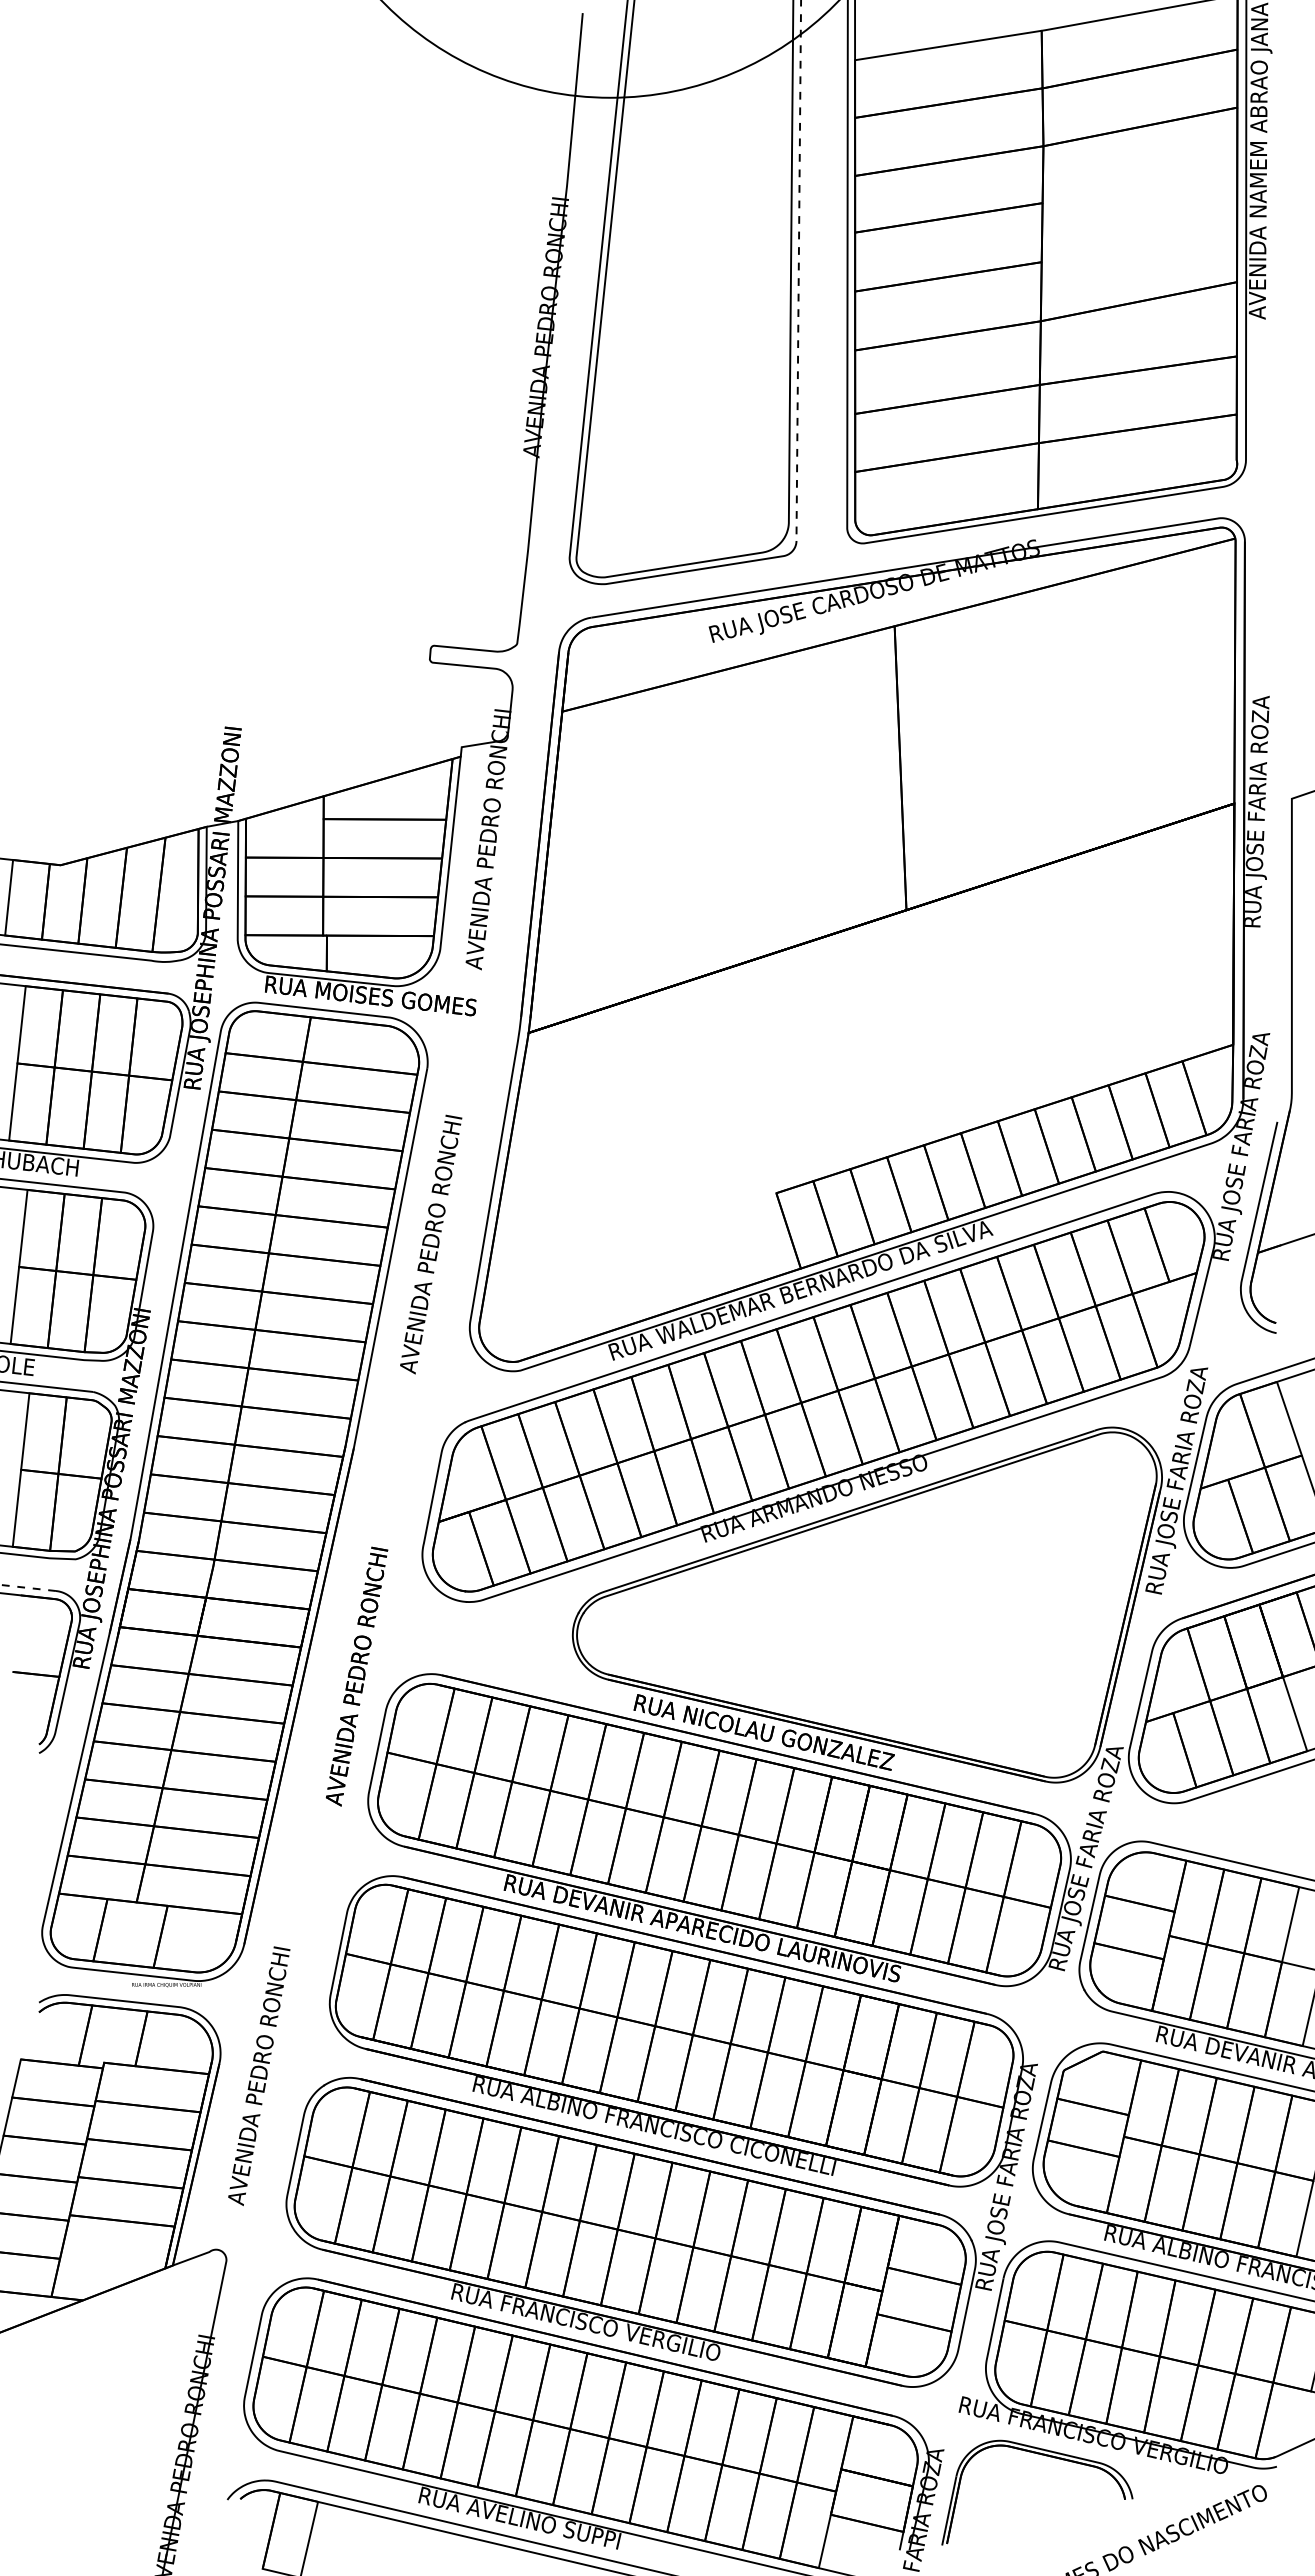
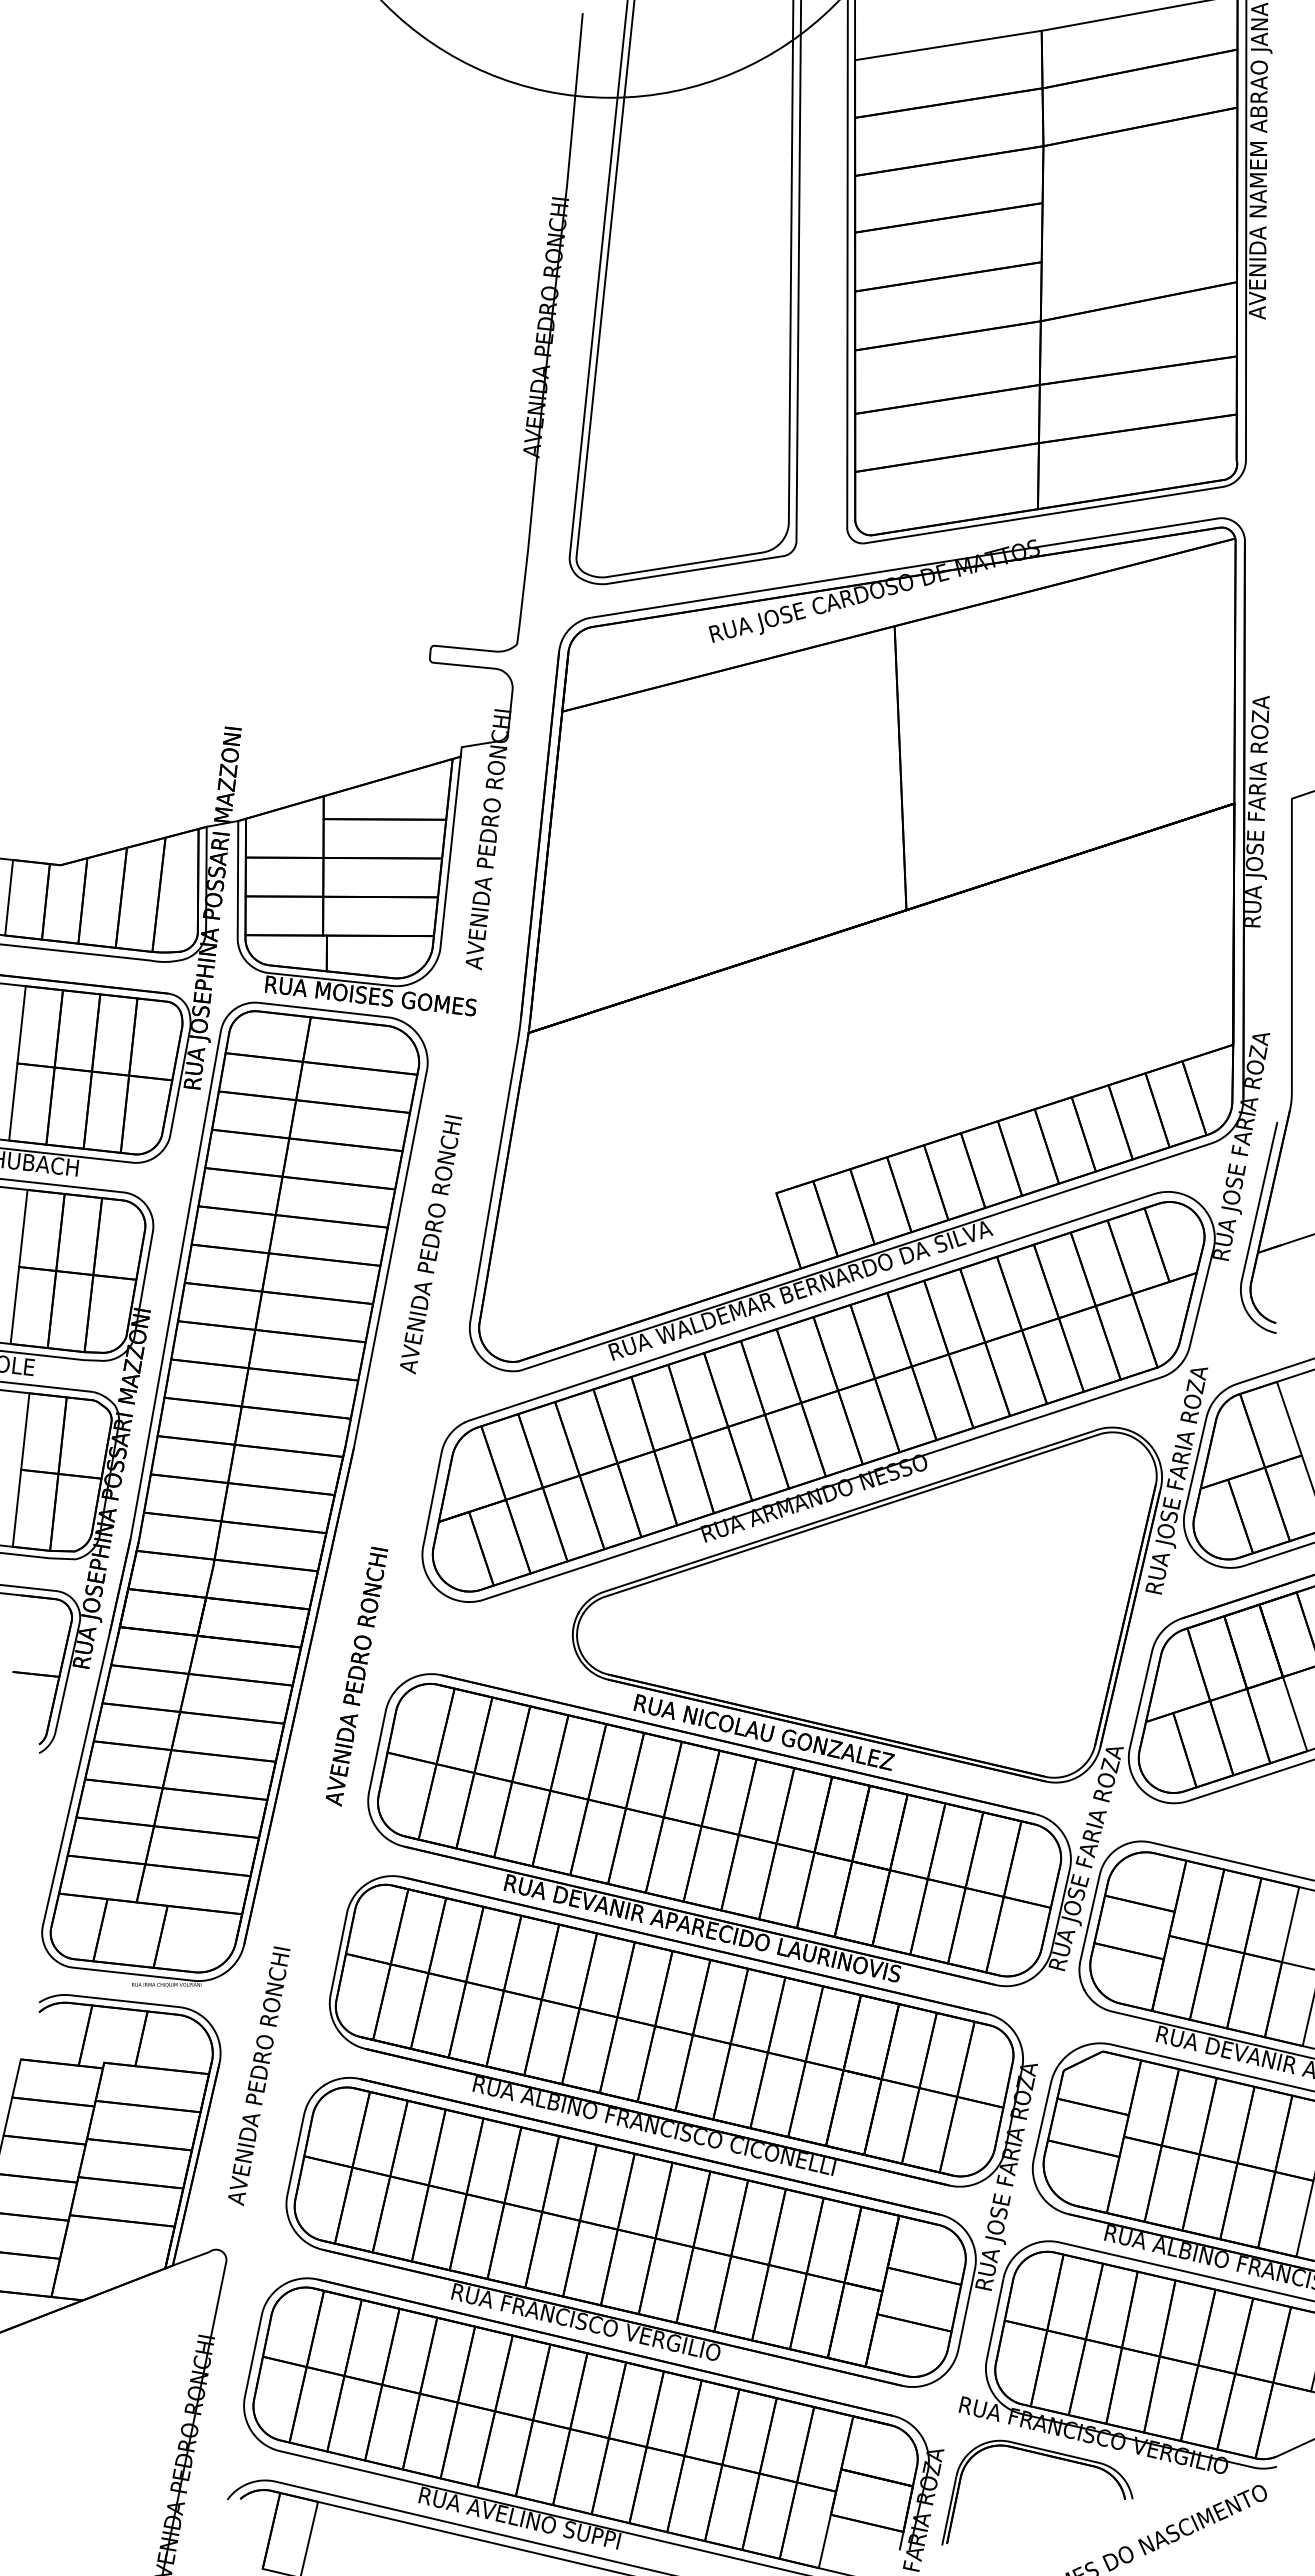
line at (798, 270): dashed -> solid
line at (28, 1587): dashed -> solid
